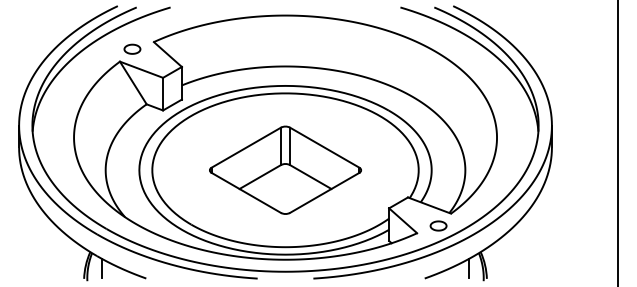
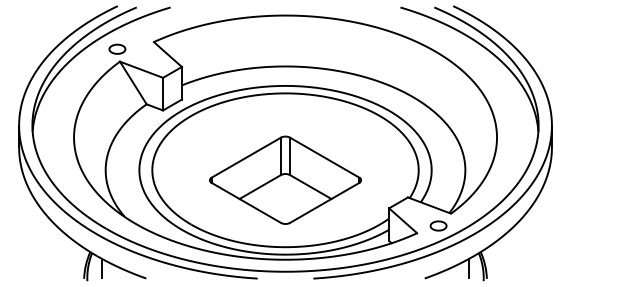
part at (132, 48) position: (132, 48) -> (117, 48)
line at (617, 142): present -> none
part at (285, 169) position: (285, 169) -> (285, 179)
